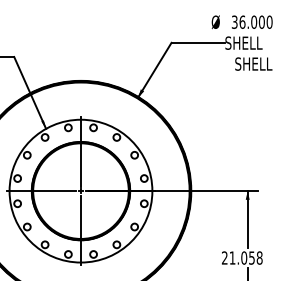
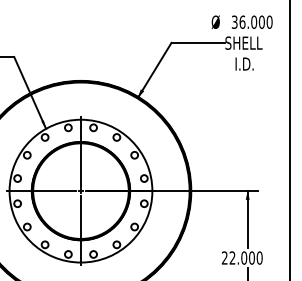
text at (253, 63): SHELL -> I.D.
line at (289, 139): none -> present
text at (245, 257): 21.058 -> 22.000
